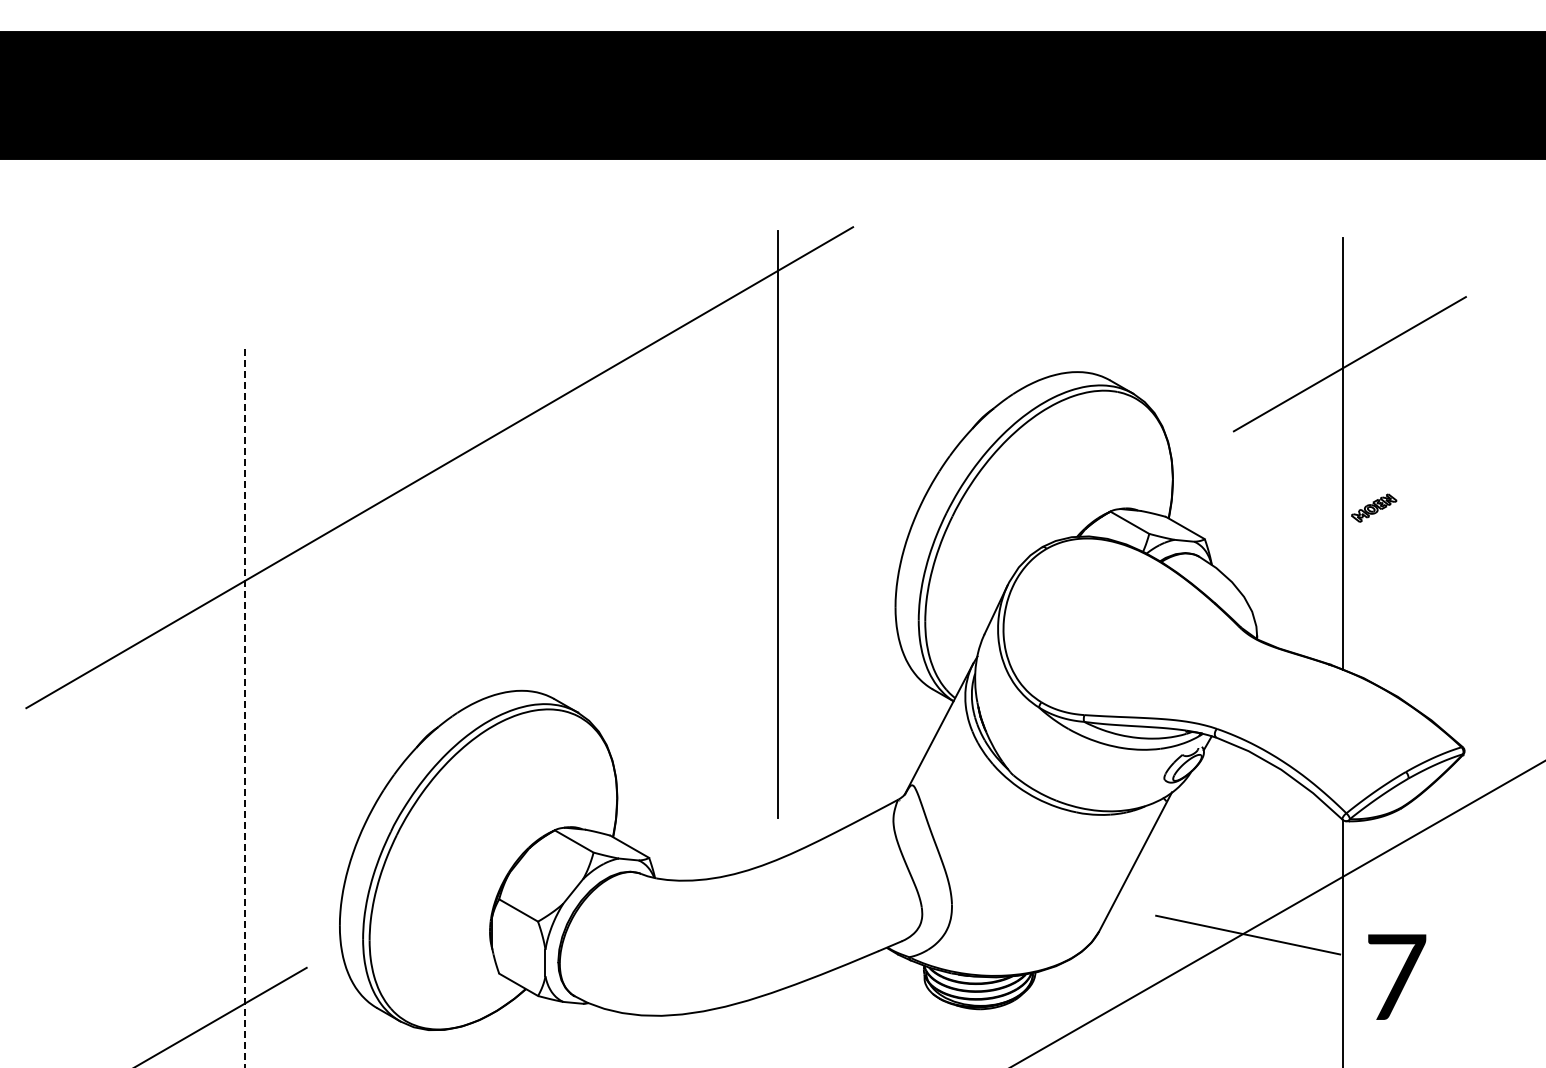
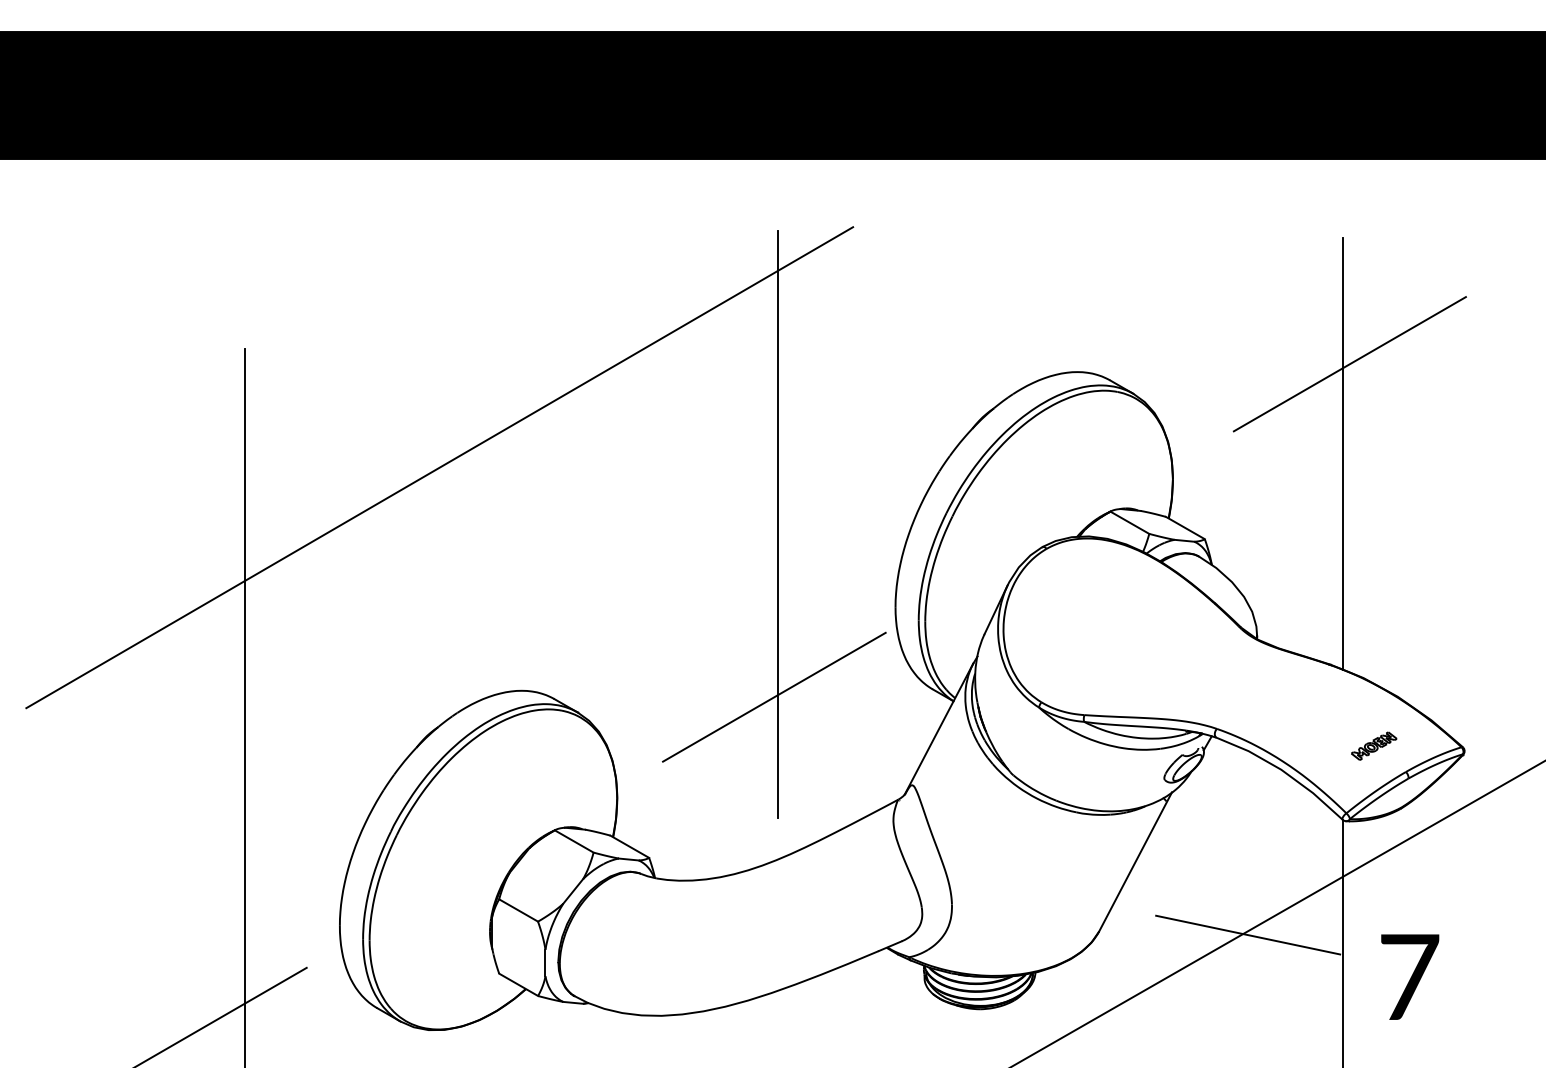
part at (1374, 507) position: (1374, 507) -> (1374, 745)
line at (774, 696): none -> present
line at (244, 708): dashed -> solid
text at (1397, 976) position: (1397, 976) -> (1410, 976)
